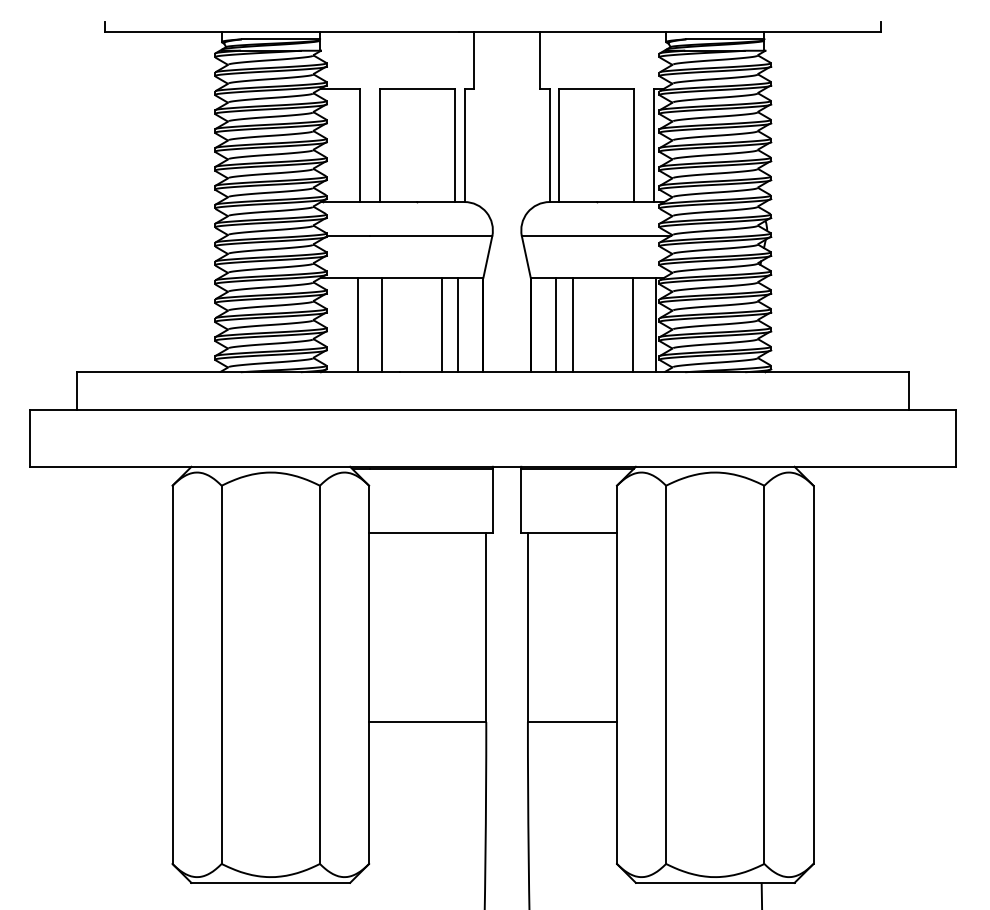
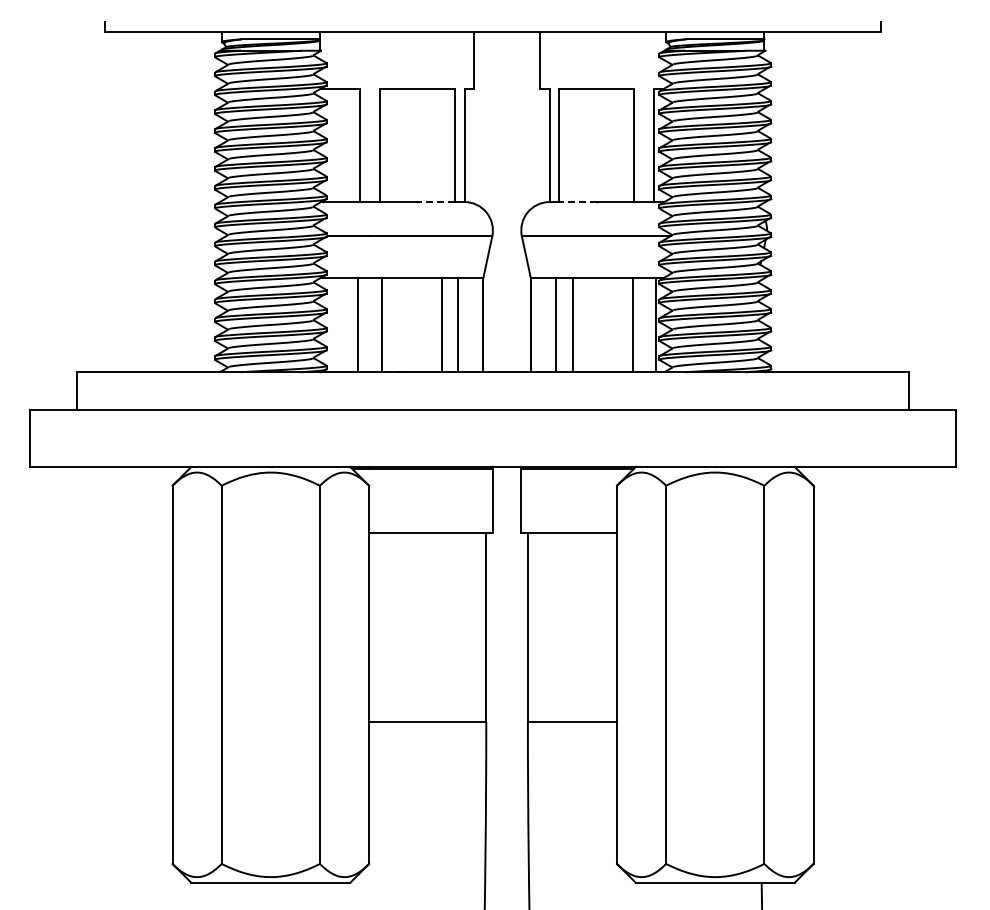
line at (436, 202): solid -> dashed
line at (578, 202): solid -> dashed
